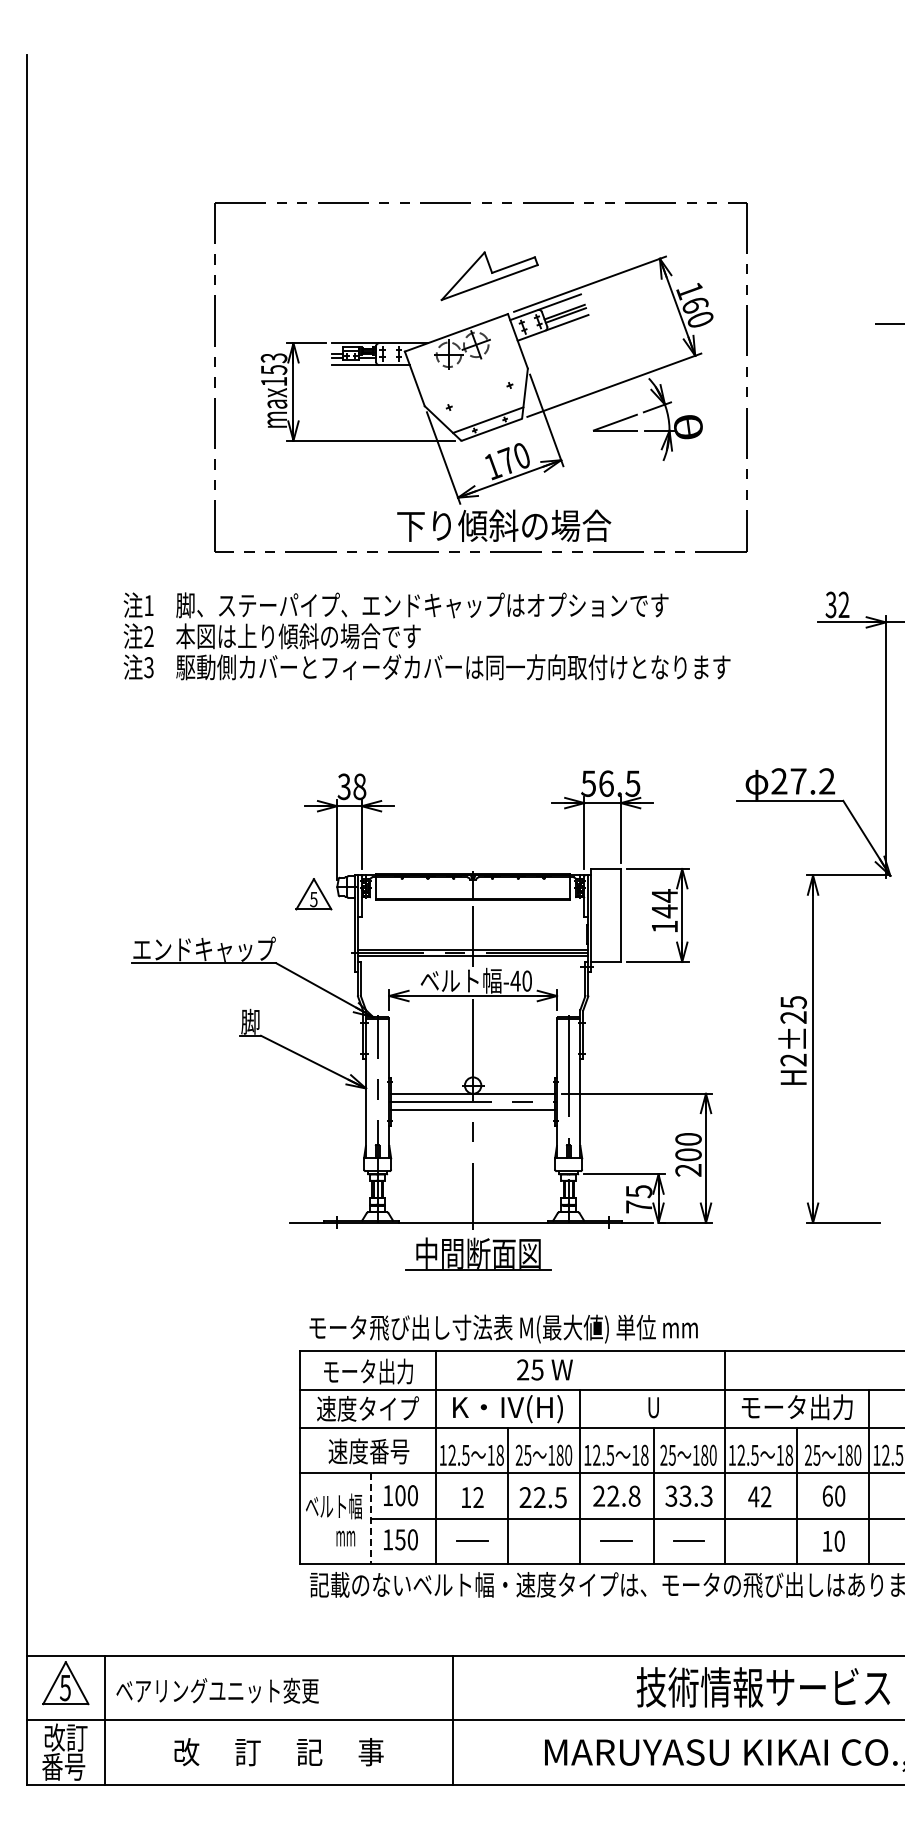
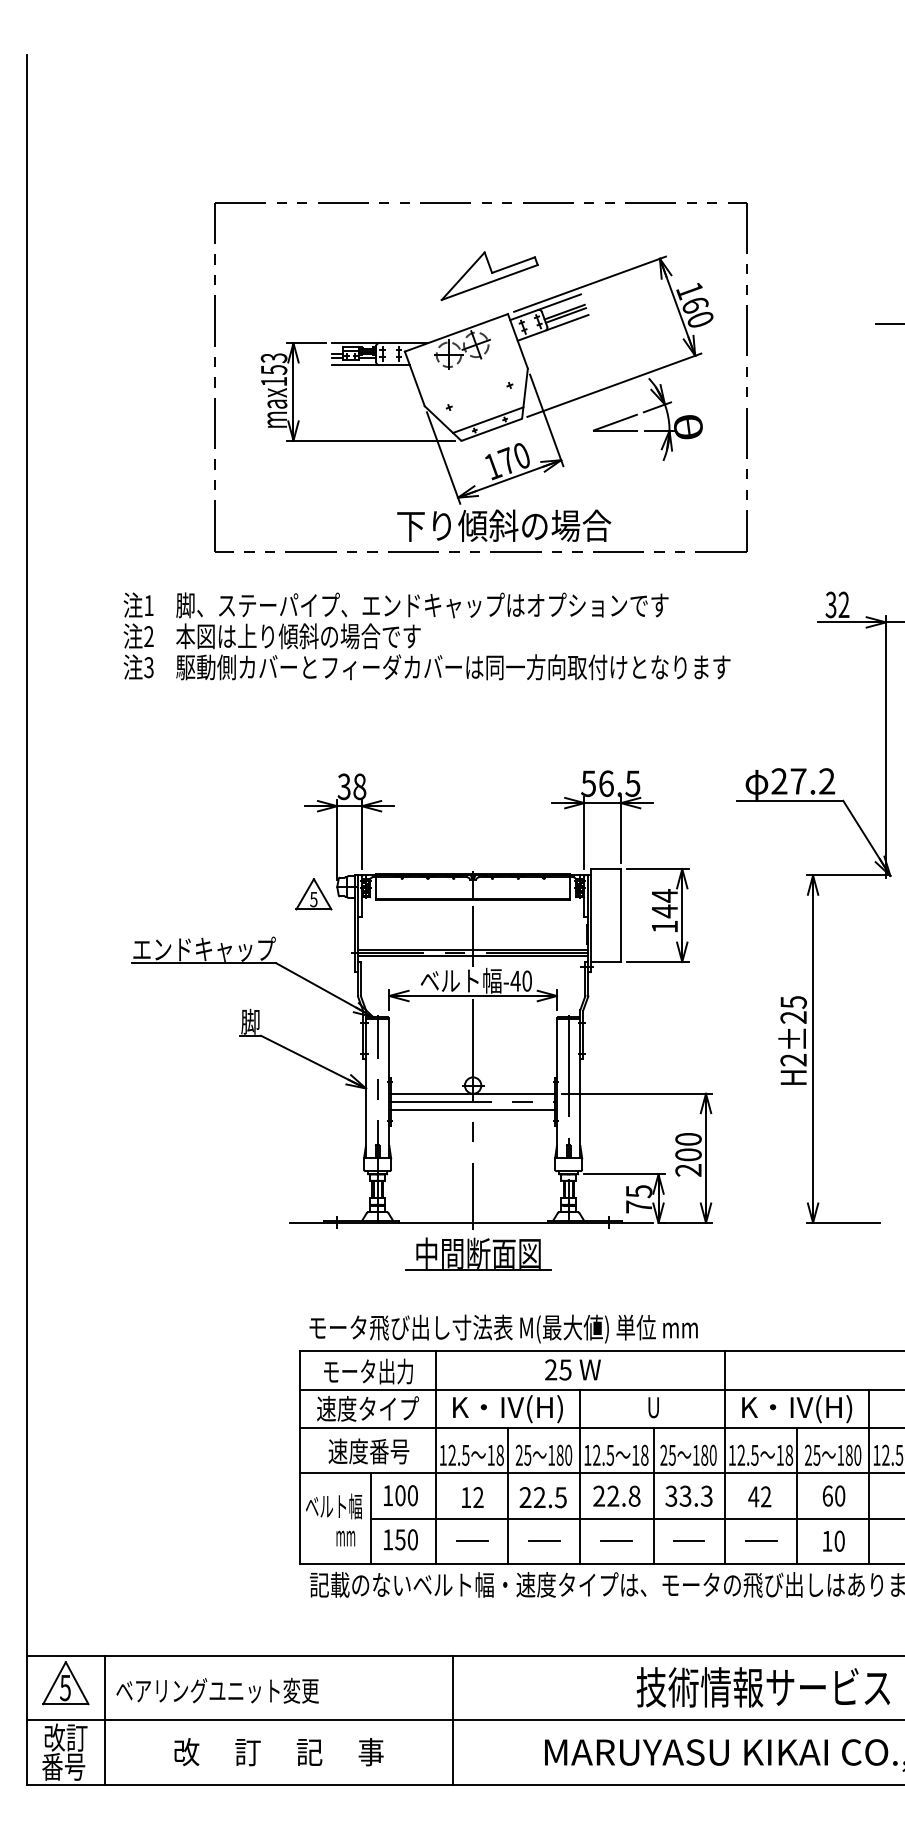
text at (544, 1369) position: (544, 1369) -> (572, 1369)
text at (796, 1408): モータ出力 -> K・IV(H)
line at (371, 1519): dashed -> solid
line at (544, 1541): none -> present
line at (761, 1541): none -> present
